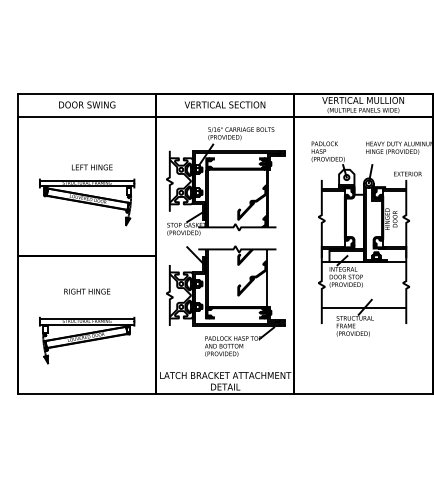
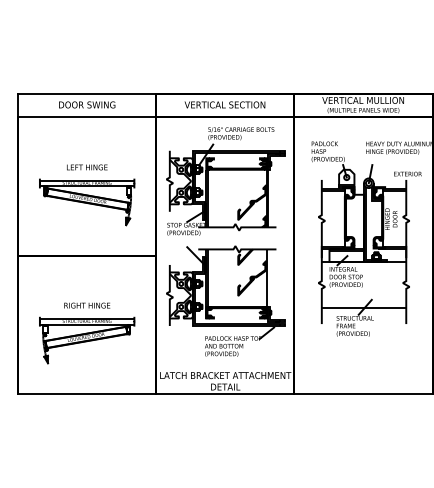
text at (92, 167) position: (92, 167) -> (87, 167)
text at (87, 291) position: (87, 291) -> (87, 305)
